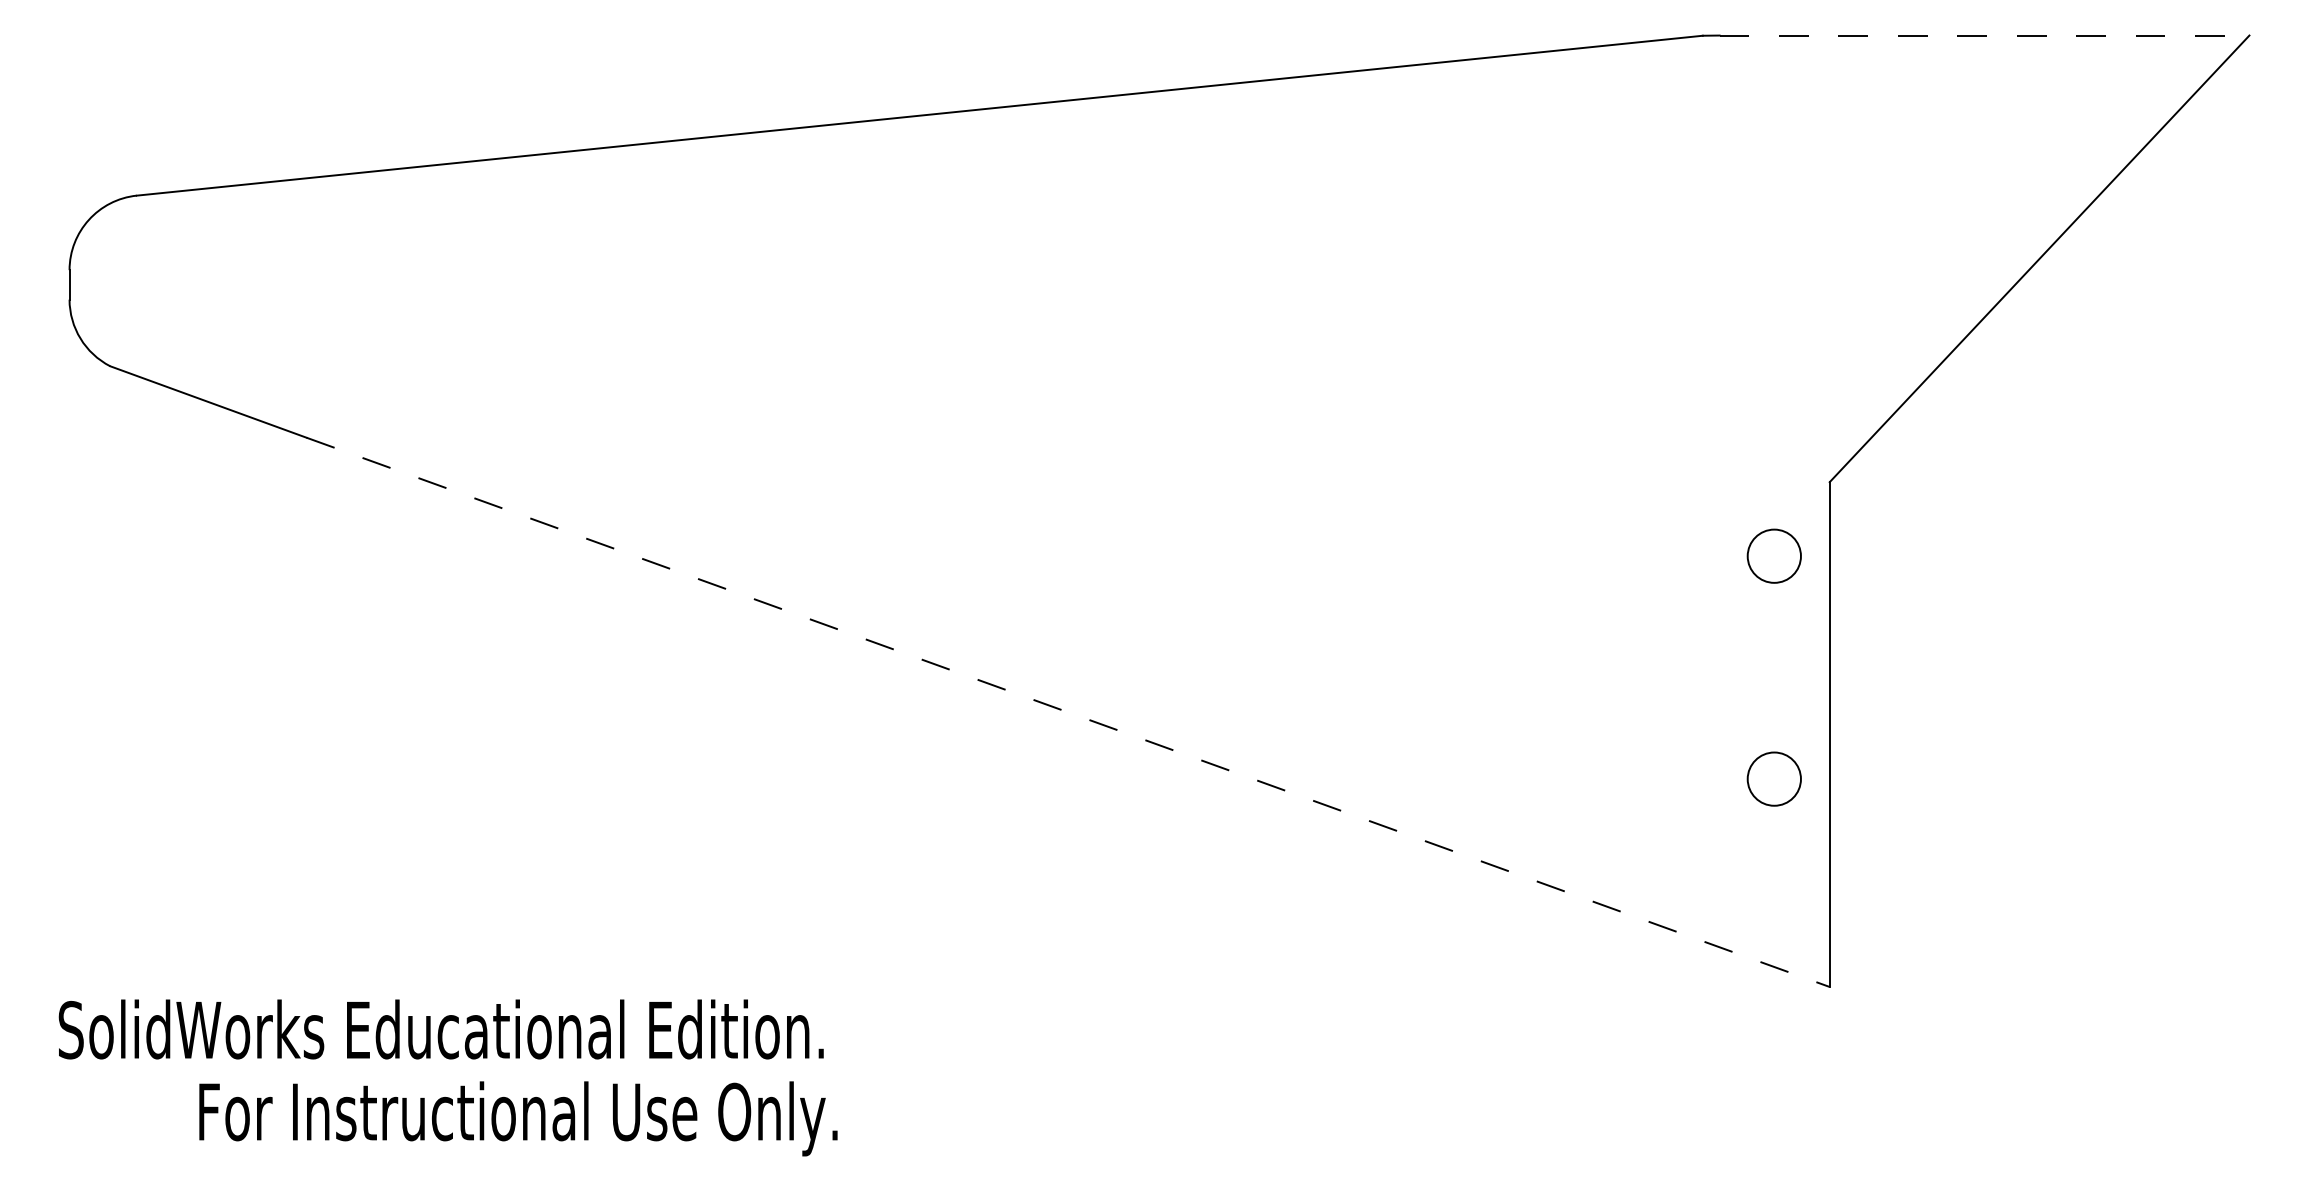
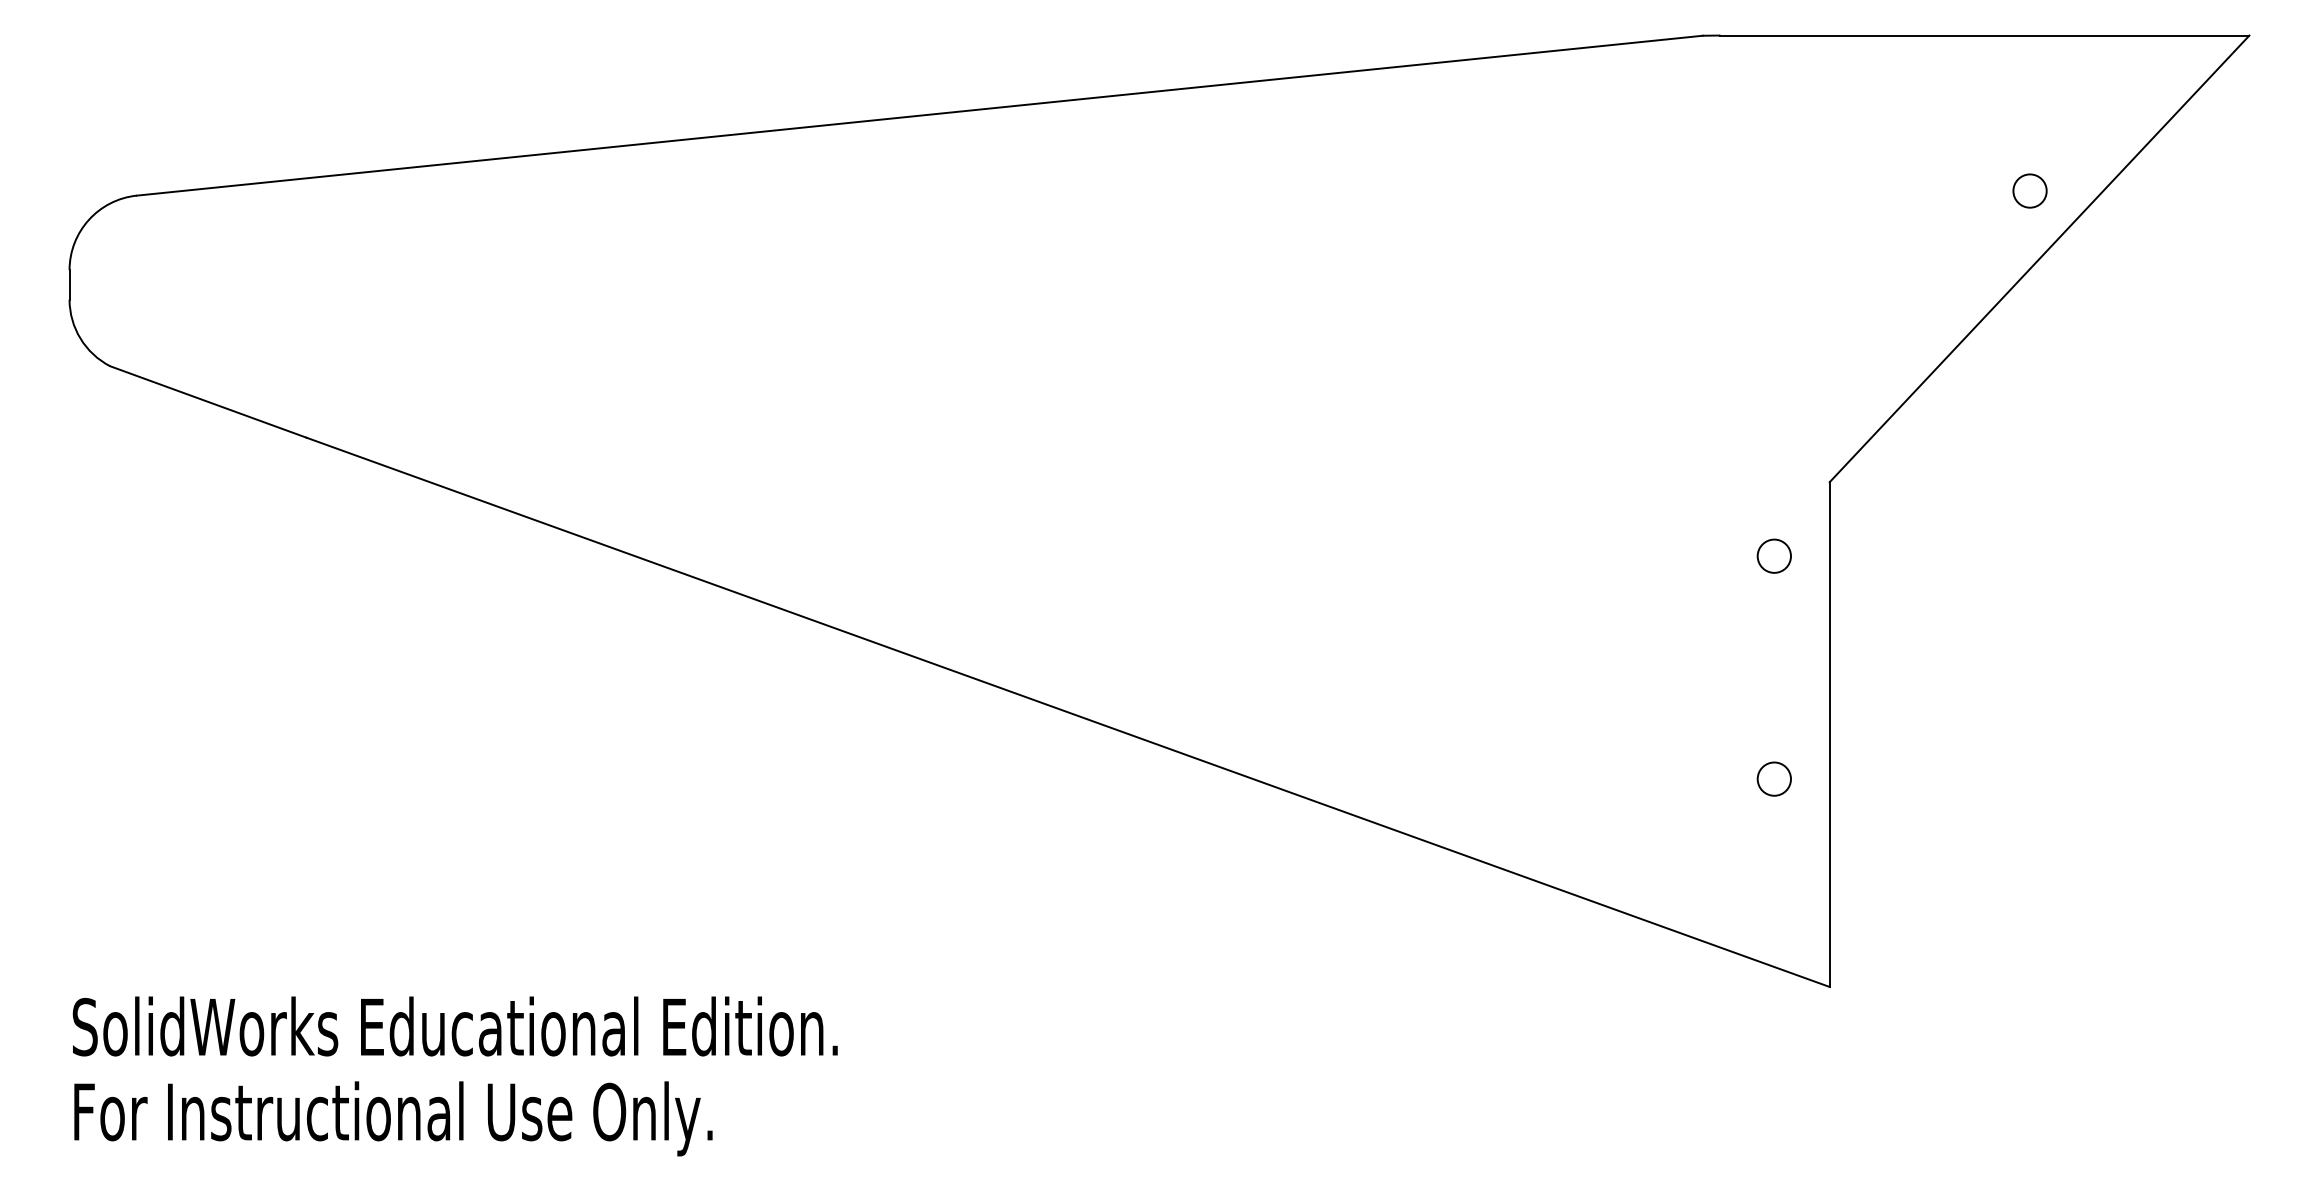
line at (1984, 35): dashed -> solid
circle at (2029, 190): none -> present
circle at (1773, 555) diameter: 53 px -> 33 px
line at (1068, 712): dashed -> solid
circle at (1773, 778) diameter: 53 px -> 33 px
text at (440, 1029) position: (440, 1029) -> (454, 1026)
text at (518, 1118) position: (518, 1118) -> (393, 1118)
